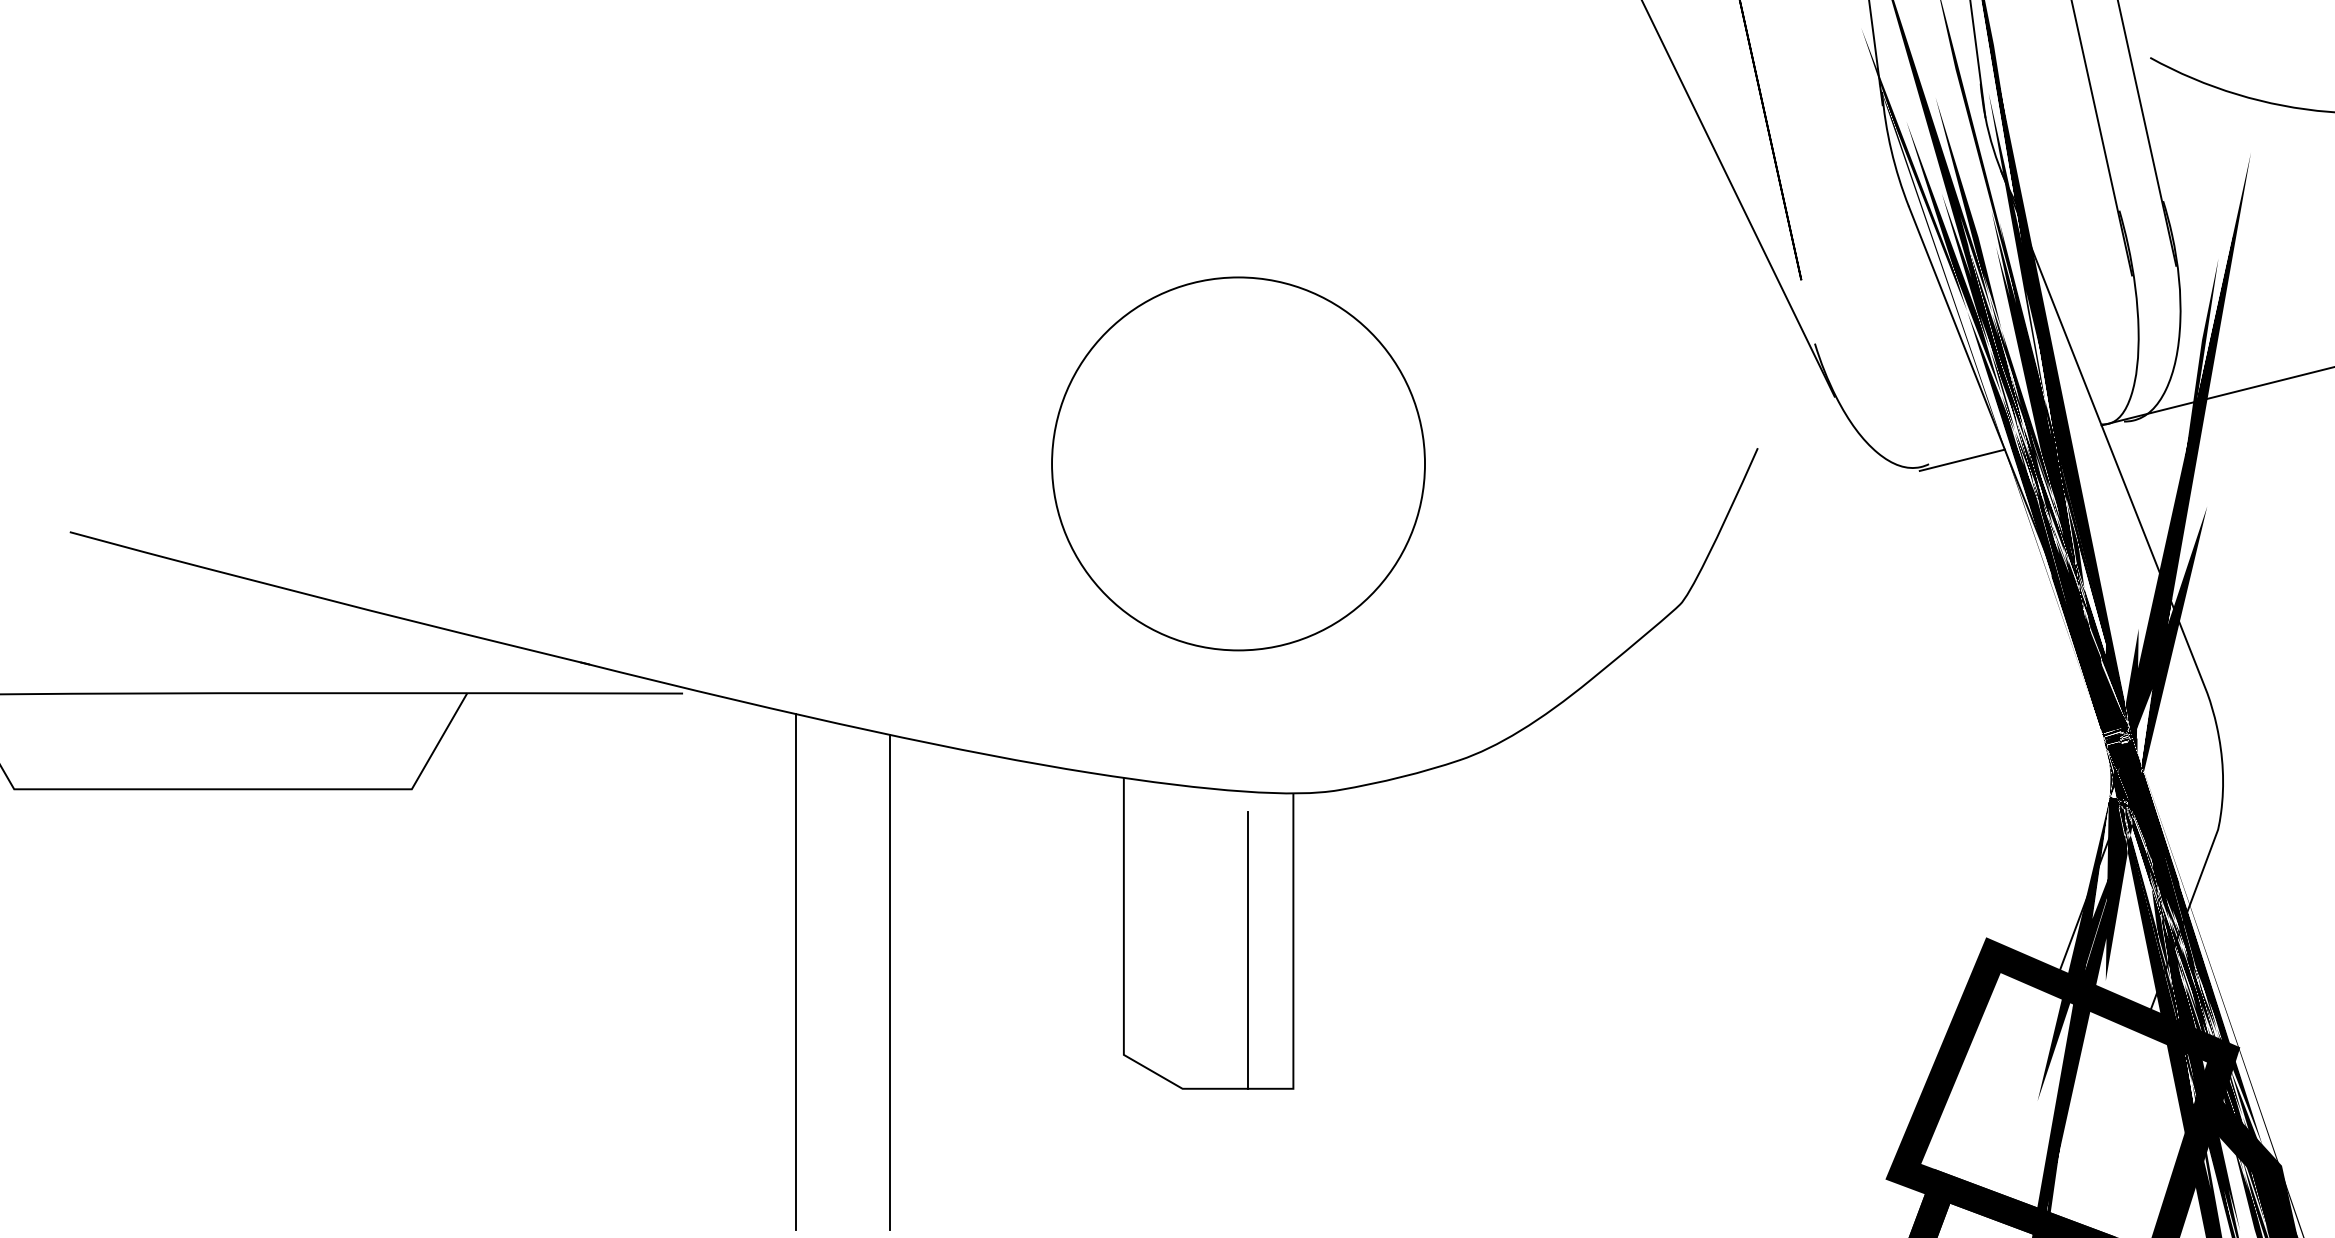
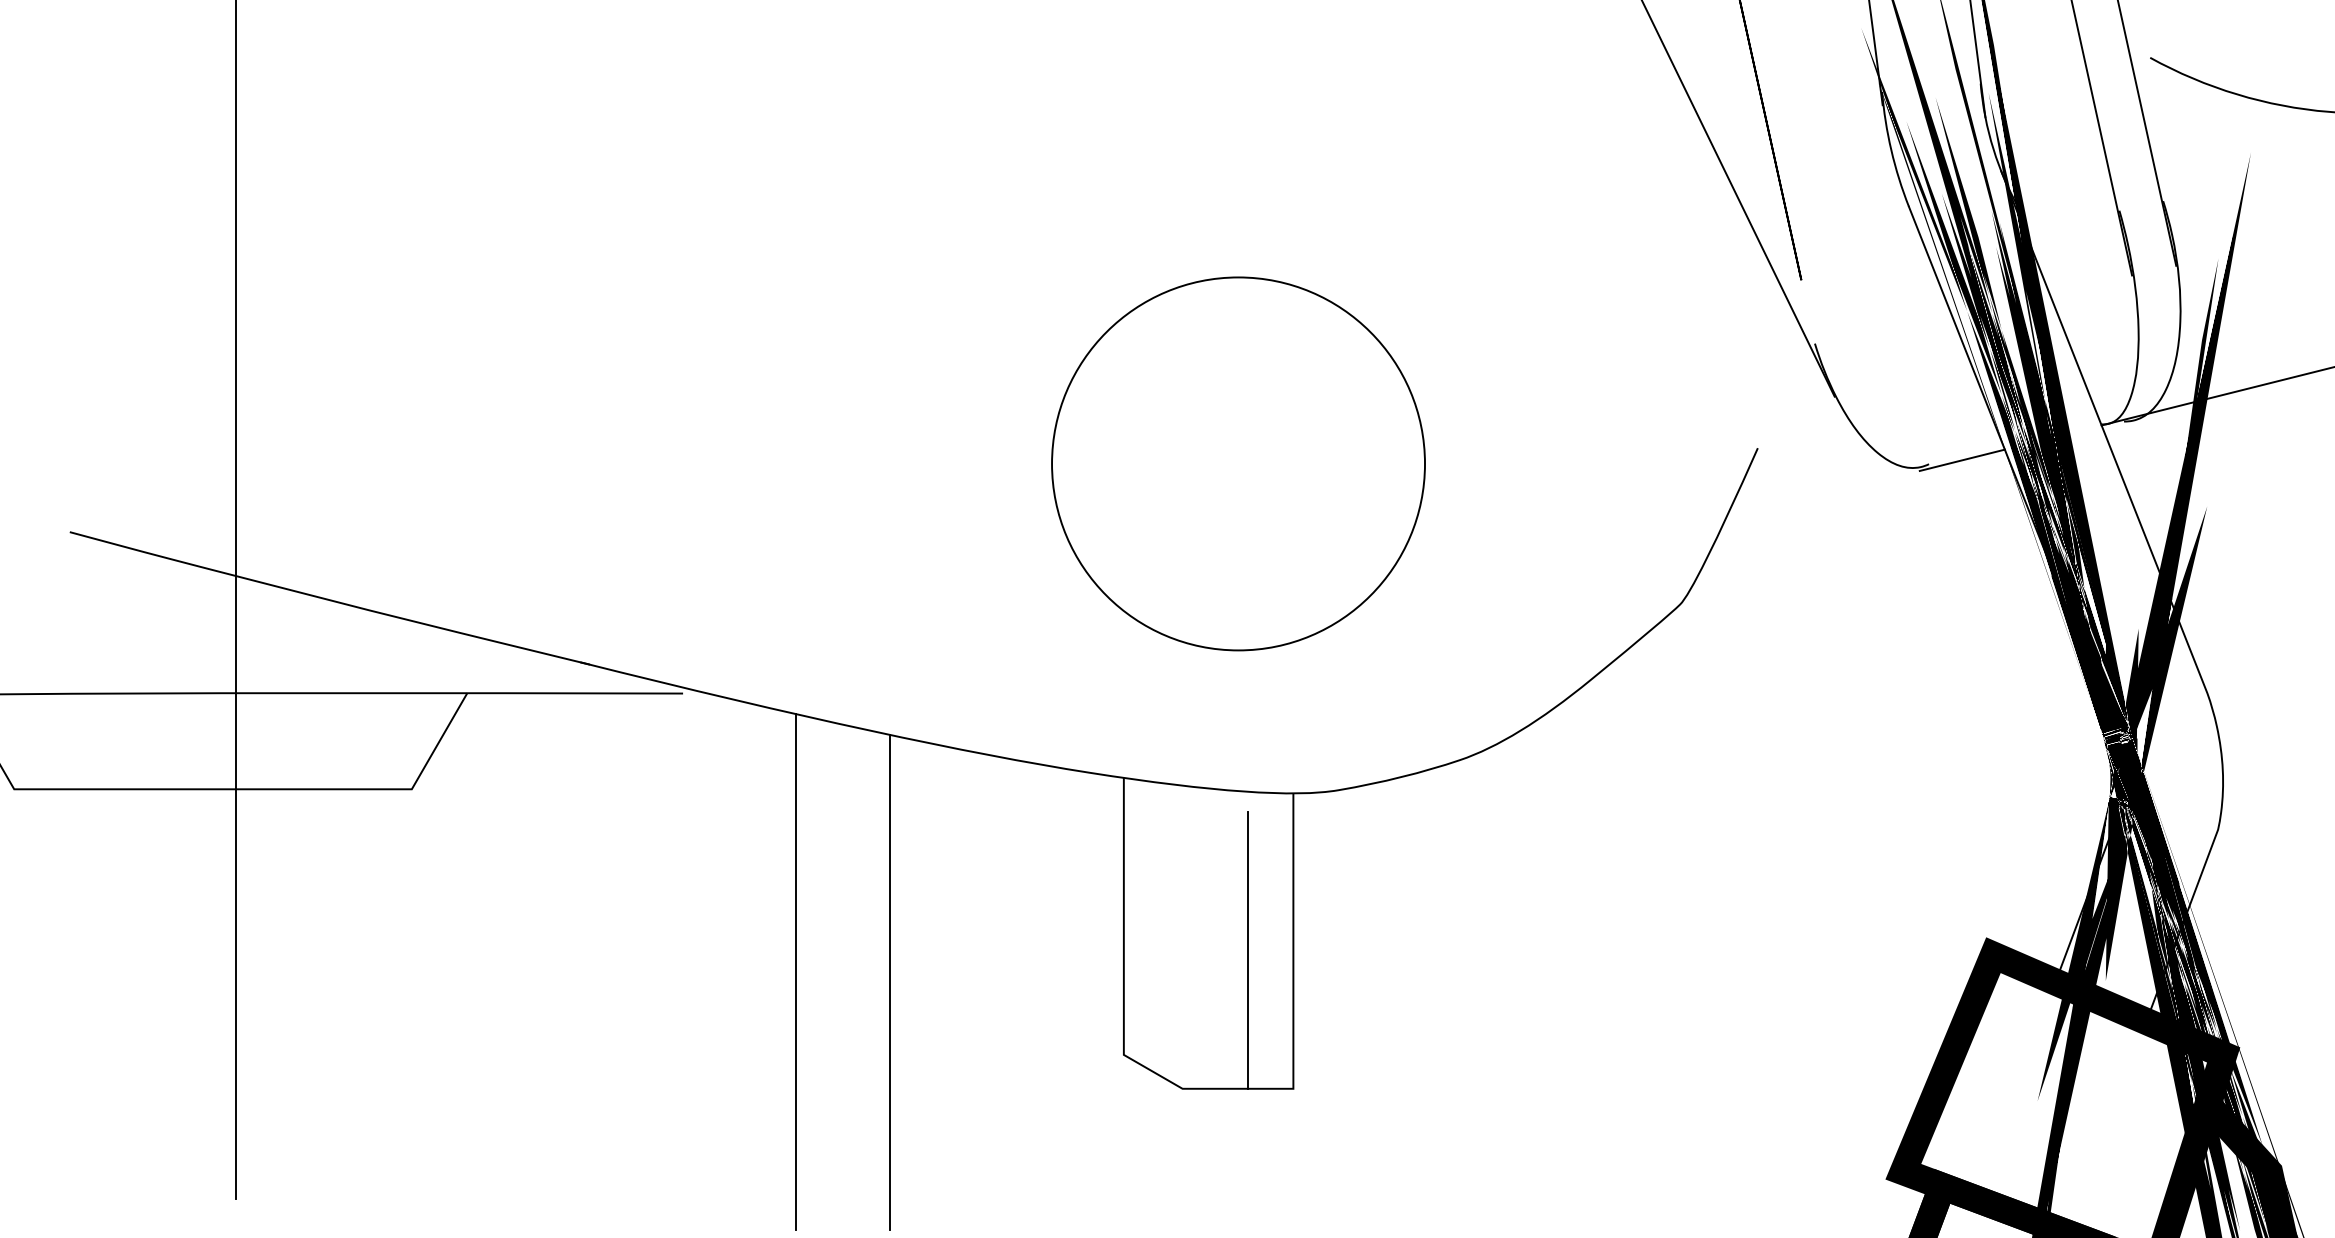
line at (235, 600): none -> present
